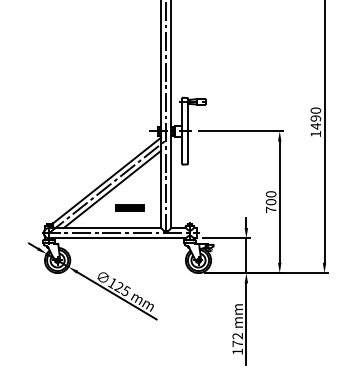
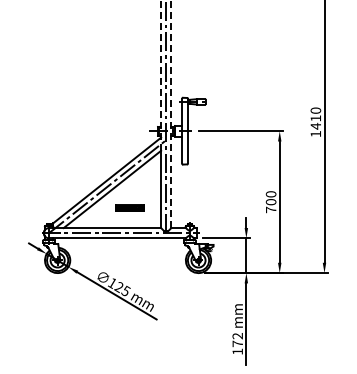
line at (161, 75): solid -> dashed
line at (171, 114): solid -> dashed
text at (315, 118): 1490 -> 1410
